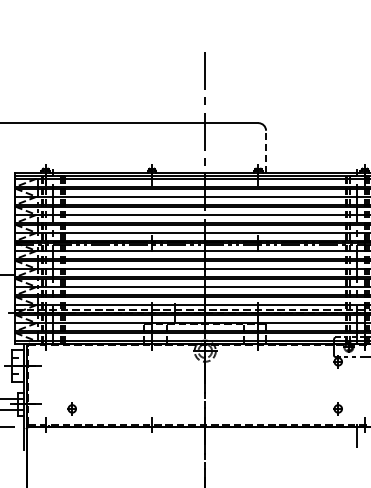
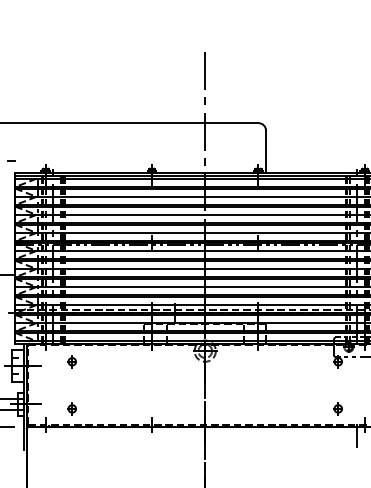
line at (266, 151): dashed -> solid
line at (11, 160): none -> present
part at (71, 361): none -> present
